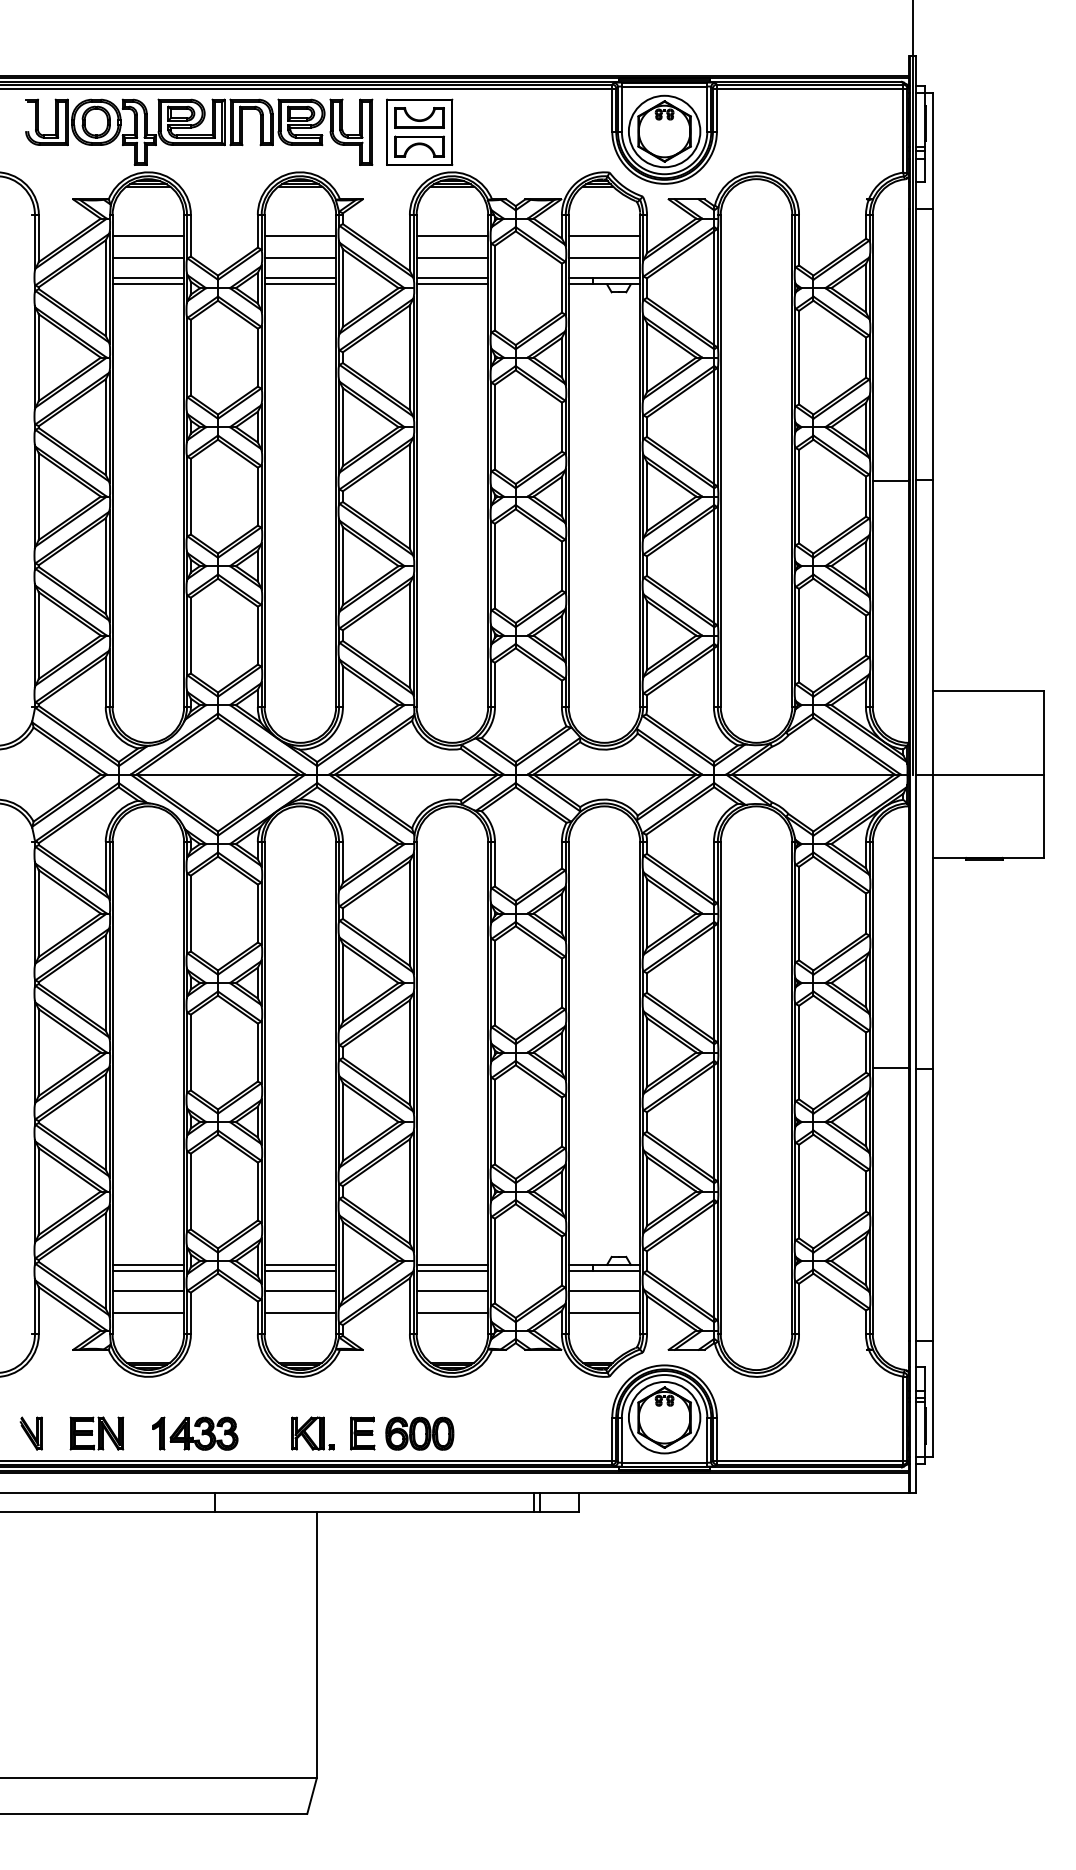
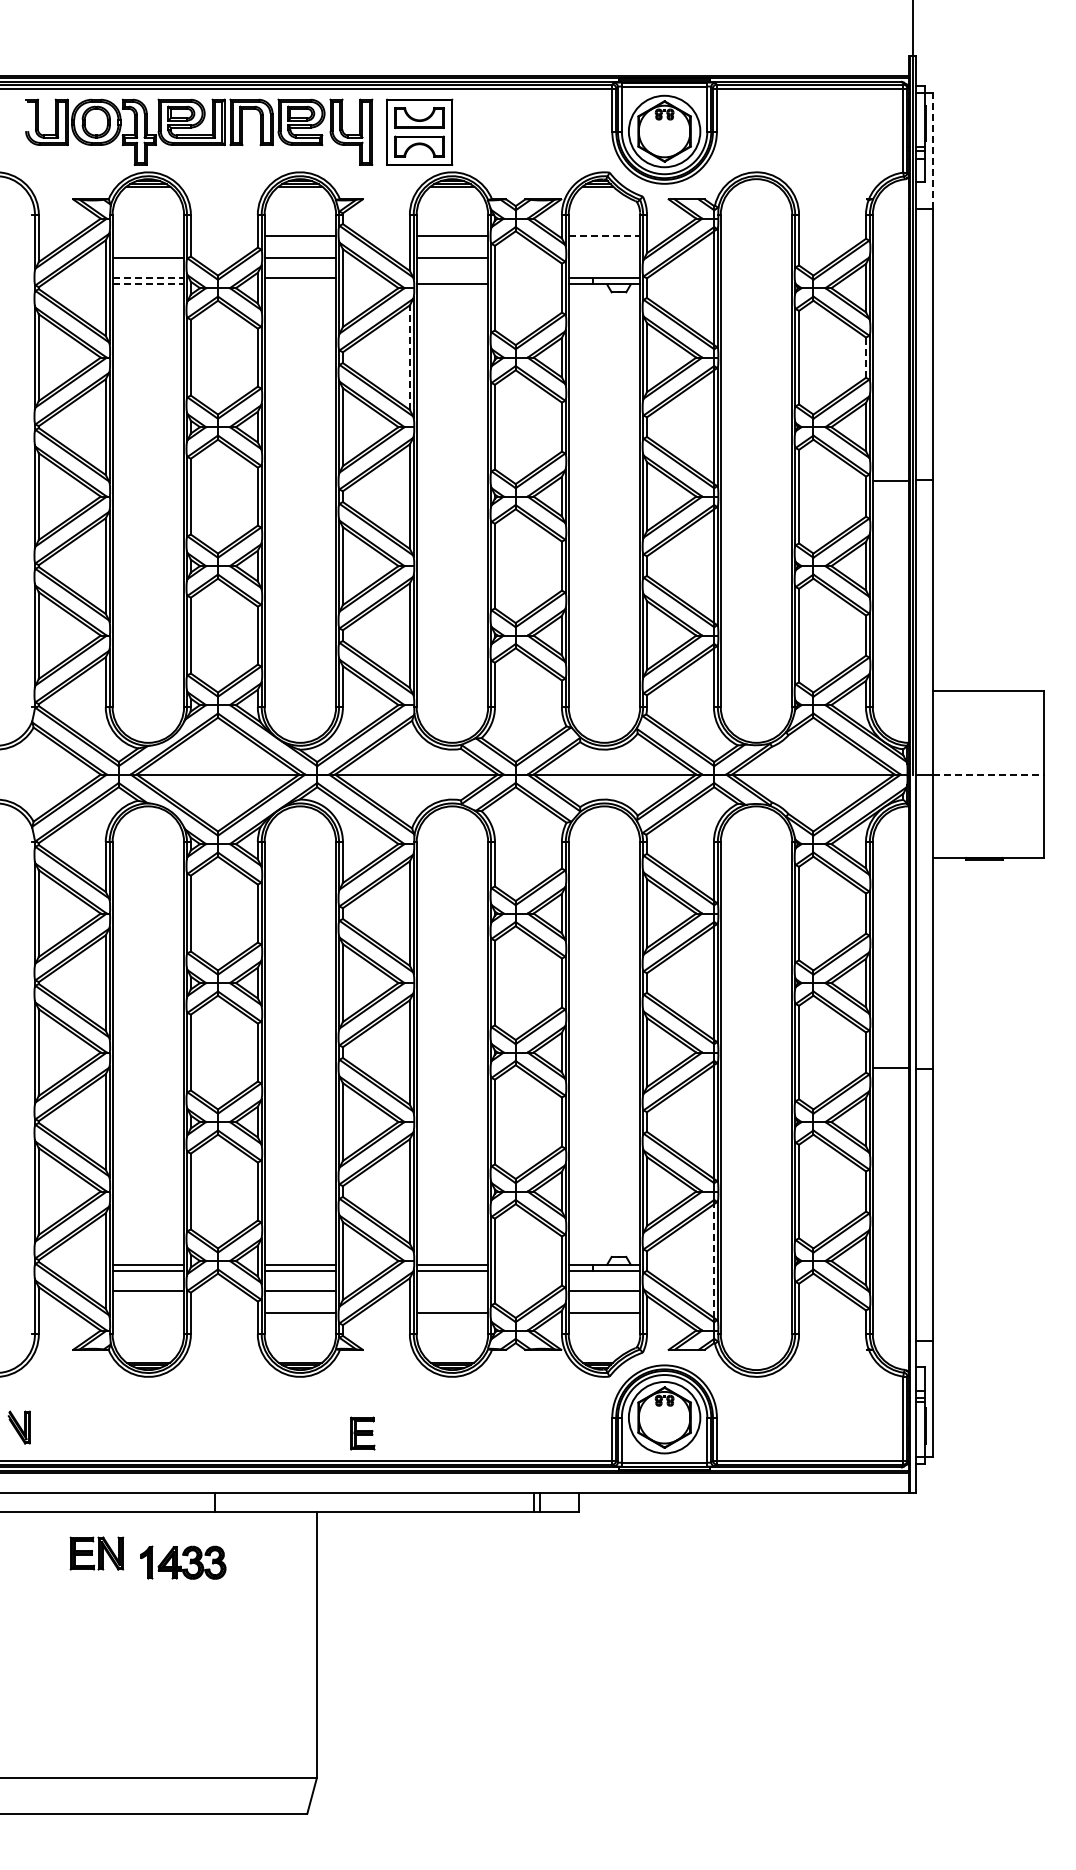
line at (932, 150): solid -> dashed
line at (148, 236): present -> none
line at (604, 236): solid -> dashed
line at (604, 258): present -> none
line at (148, 278): solid -> dashed
line at (452, 278): present -> none
line at (148, 284): solid -> dashed
line at (300, 284): present -> none
line at (409, 357): solid -> dashed
line at (865, 357): solid -> dashed
line at (988, 774): solid -> dashed
line at (713, 1261): solid -> dashed
line at (452, 1291): present -> none
line at (148, 1312): present -> none
part at (30, 1433) position: (30, 1433) -> (18, 1427)
part at (96, 1433) position: (96, 1433) -> (96, 1553)
part at (195, 1433) position: (195, 1433) -> (183, 1562)
part at (312, 1433): present -> none
part at (419, 1433): present -> none
